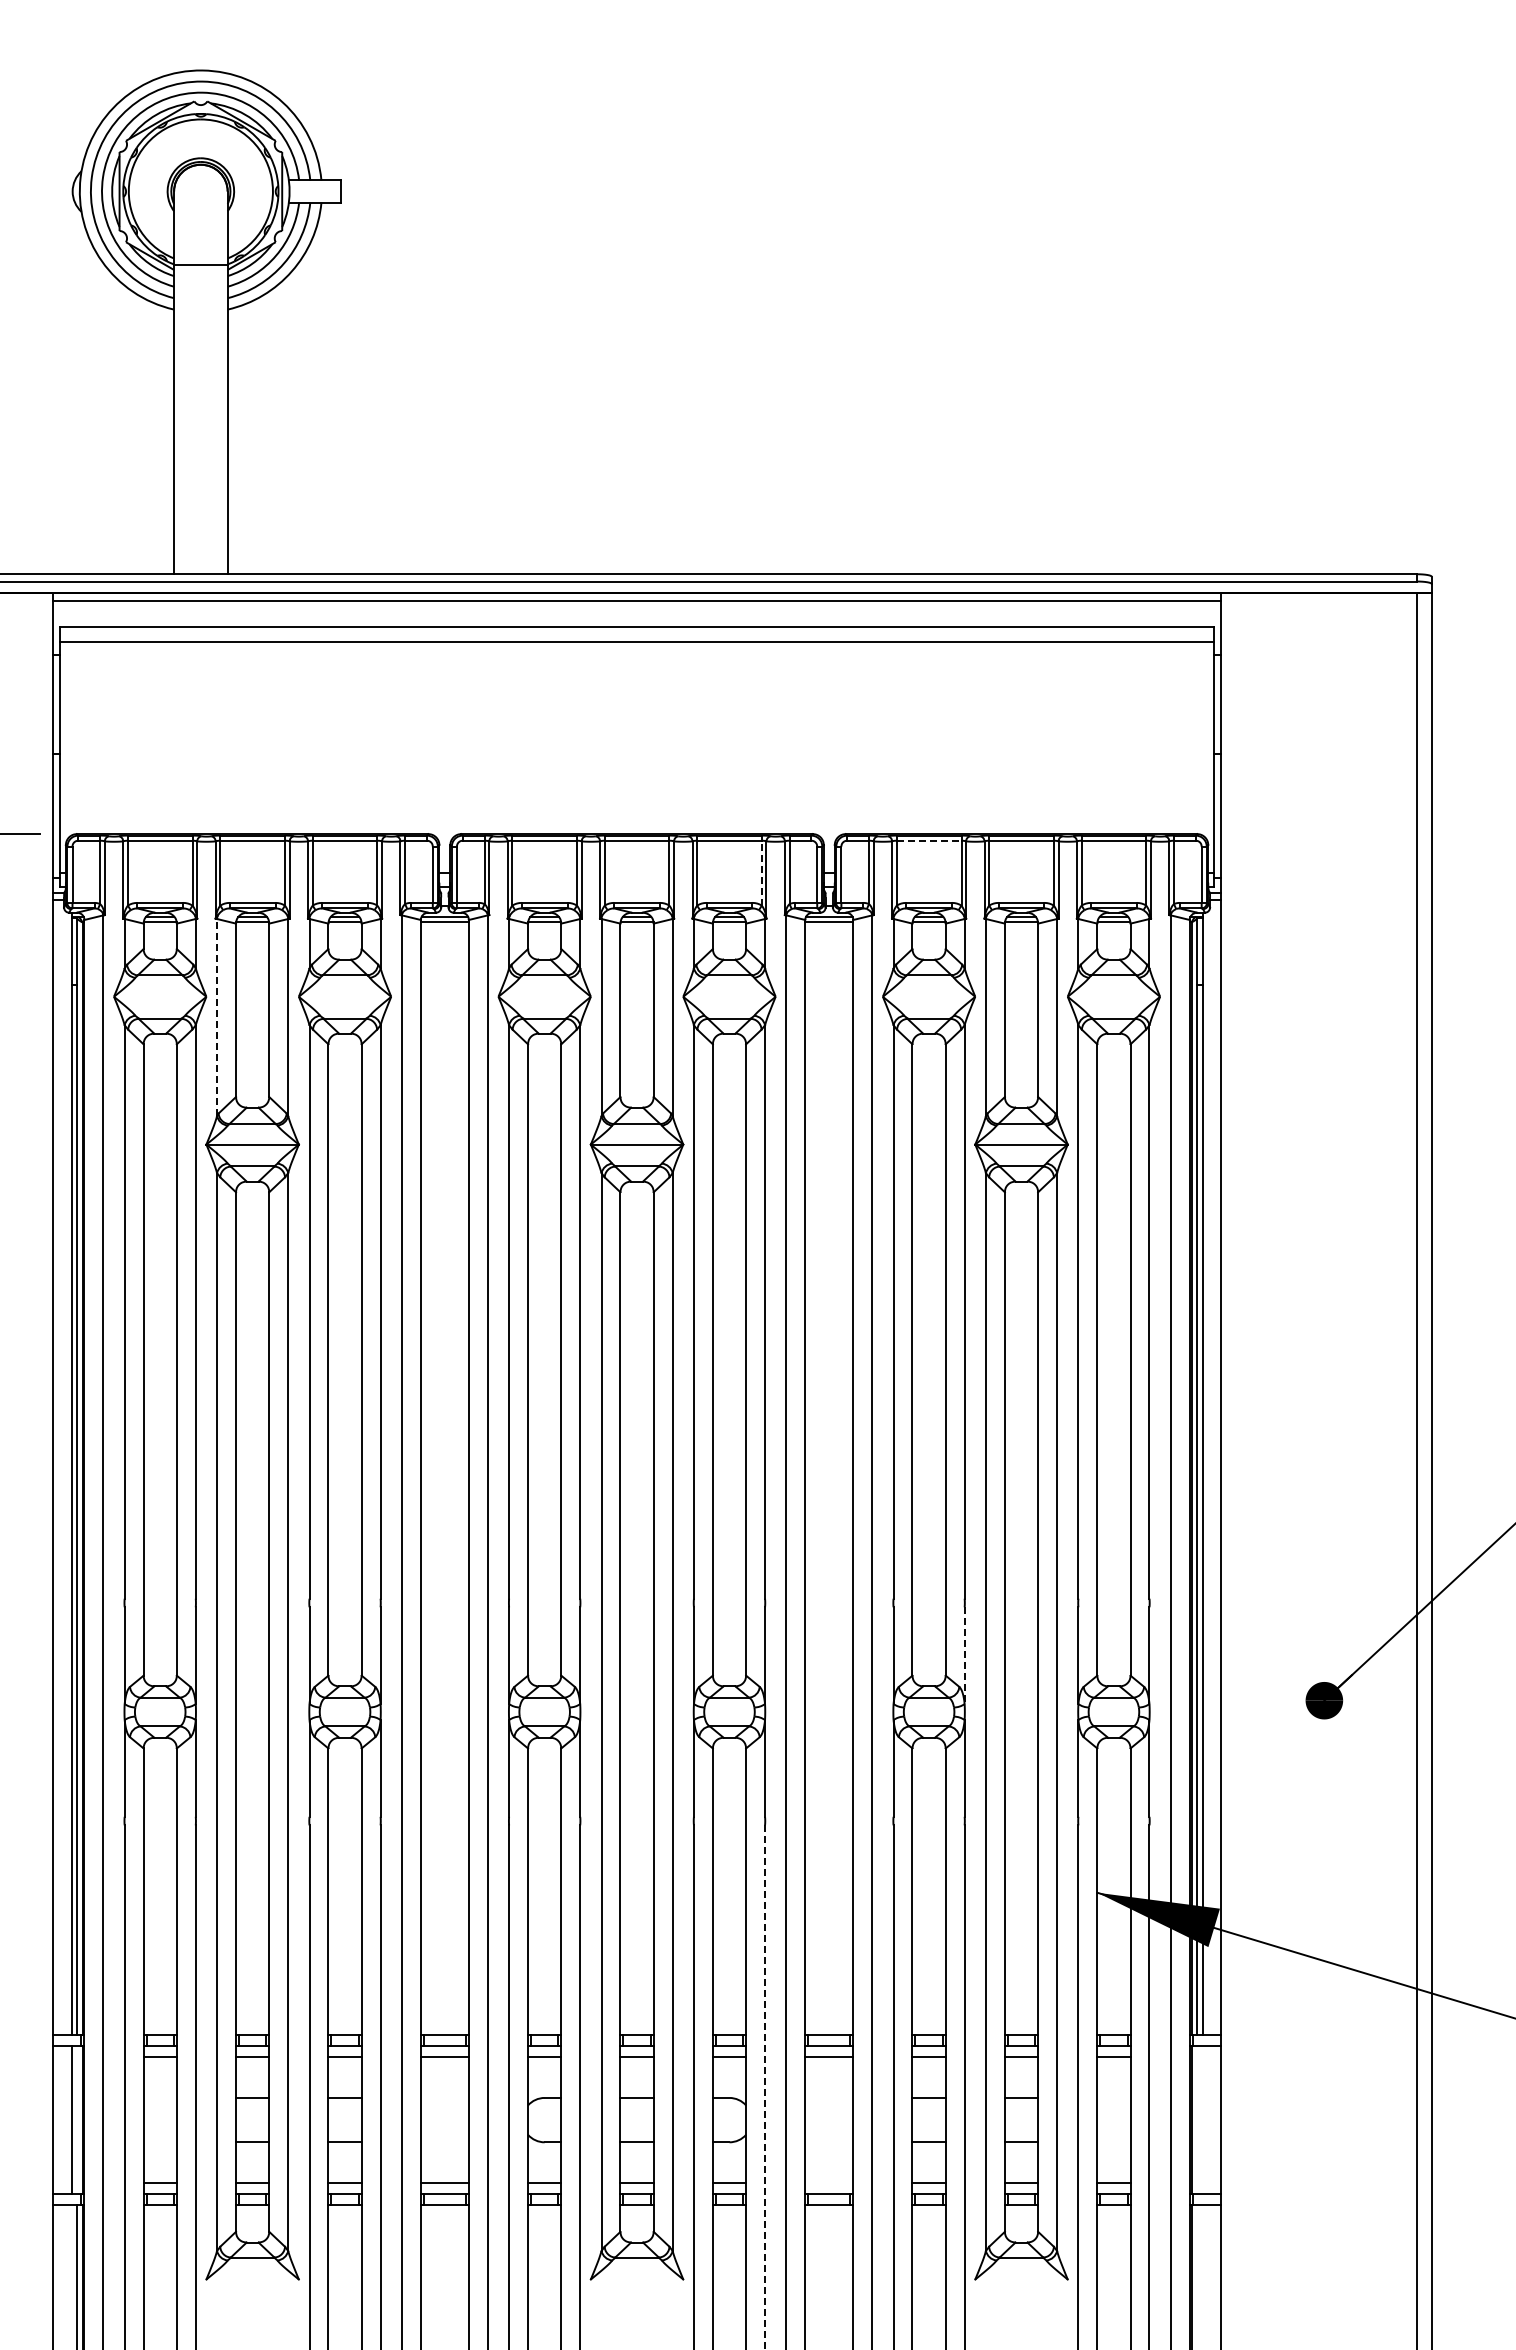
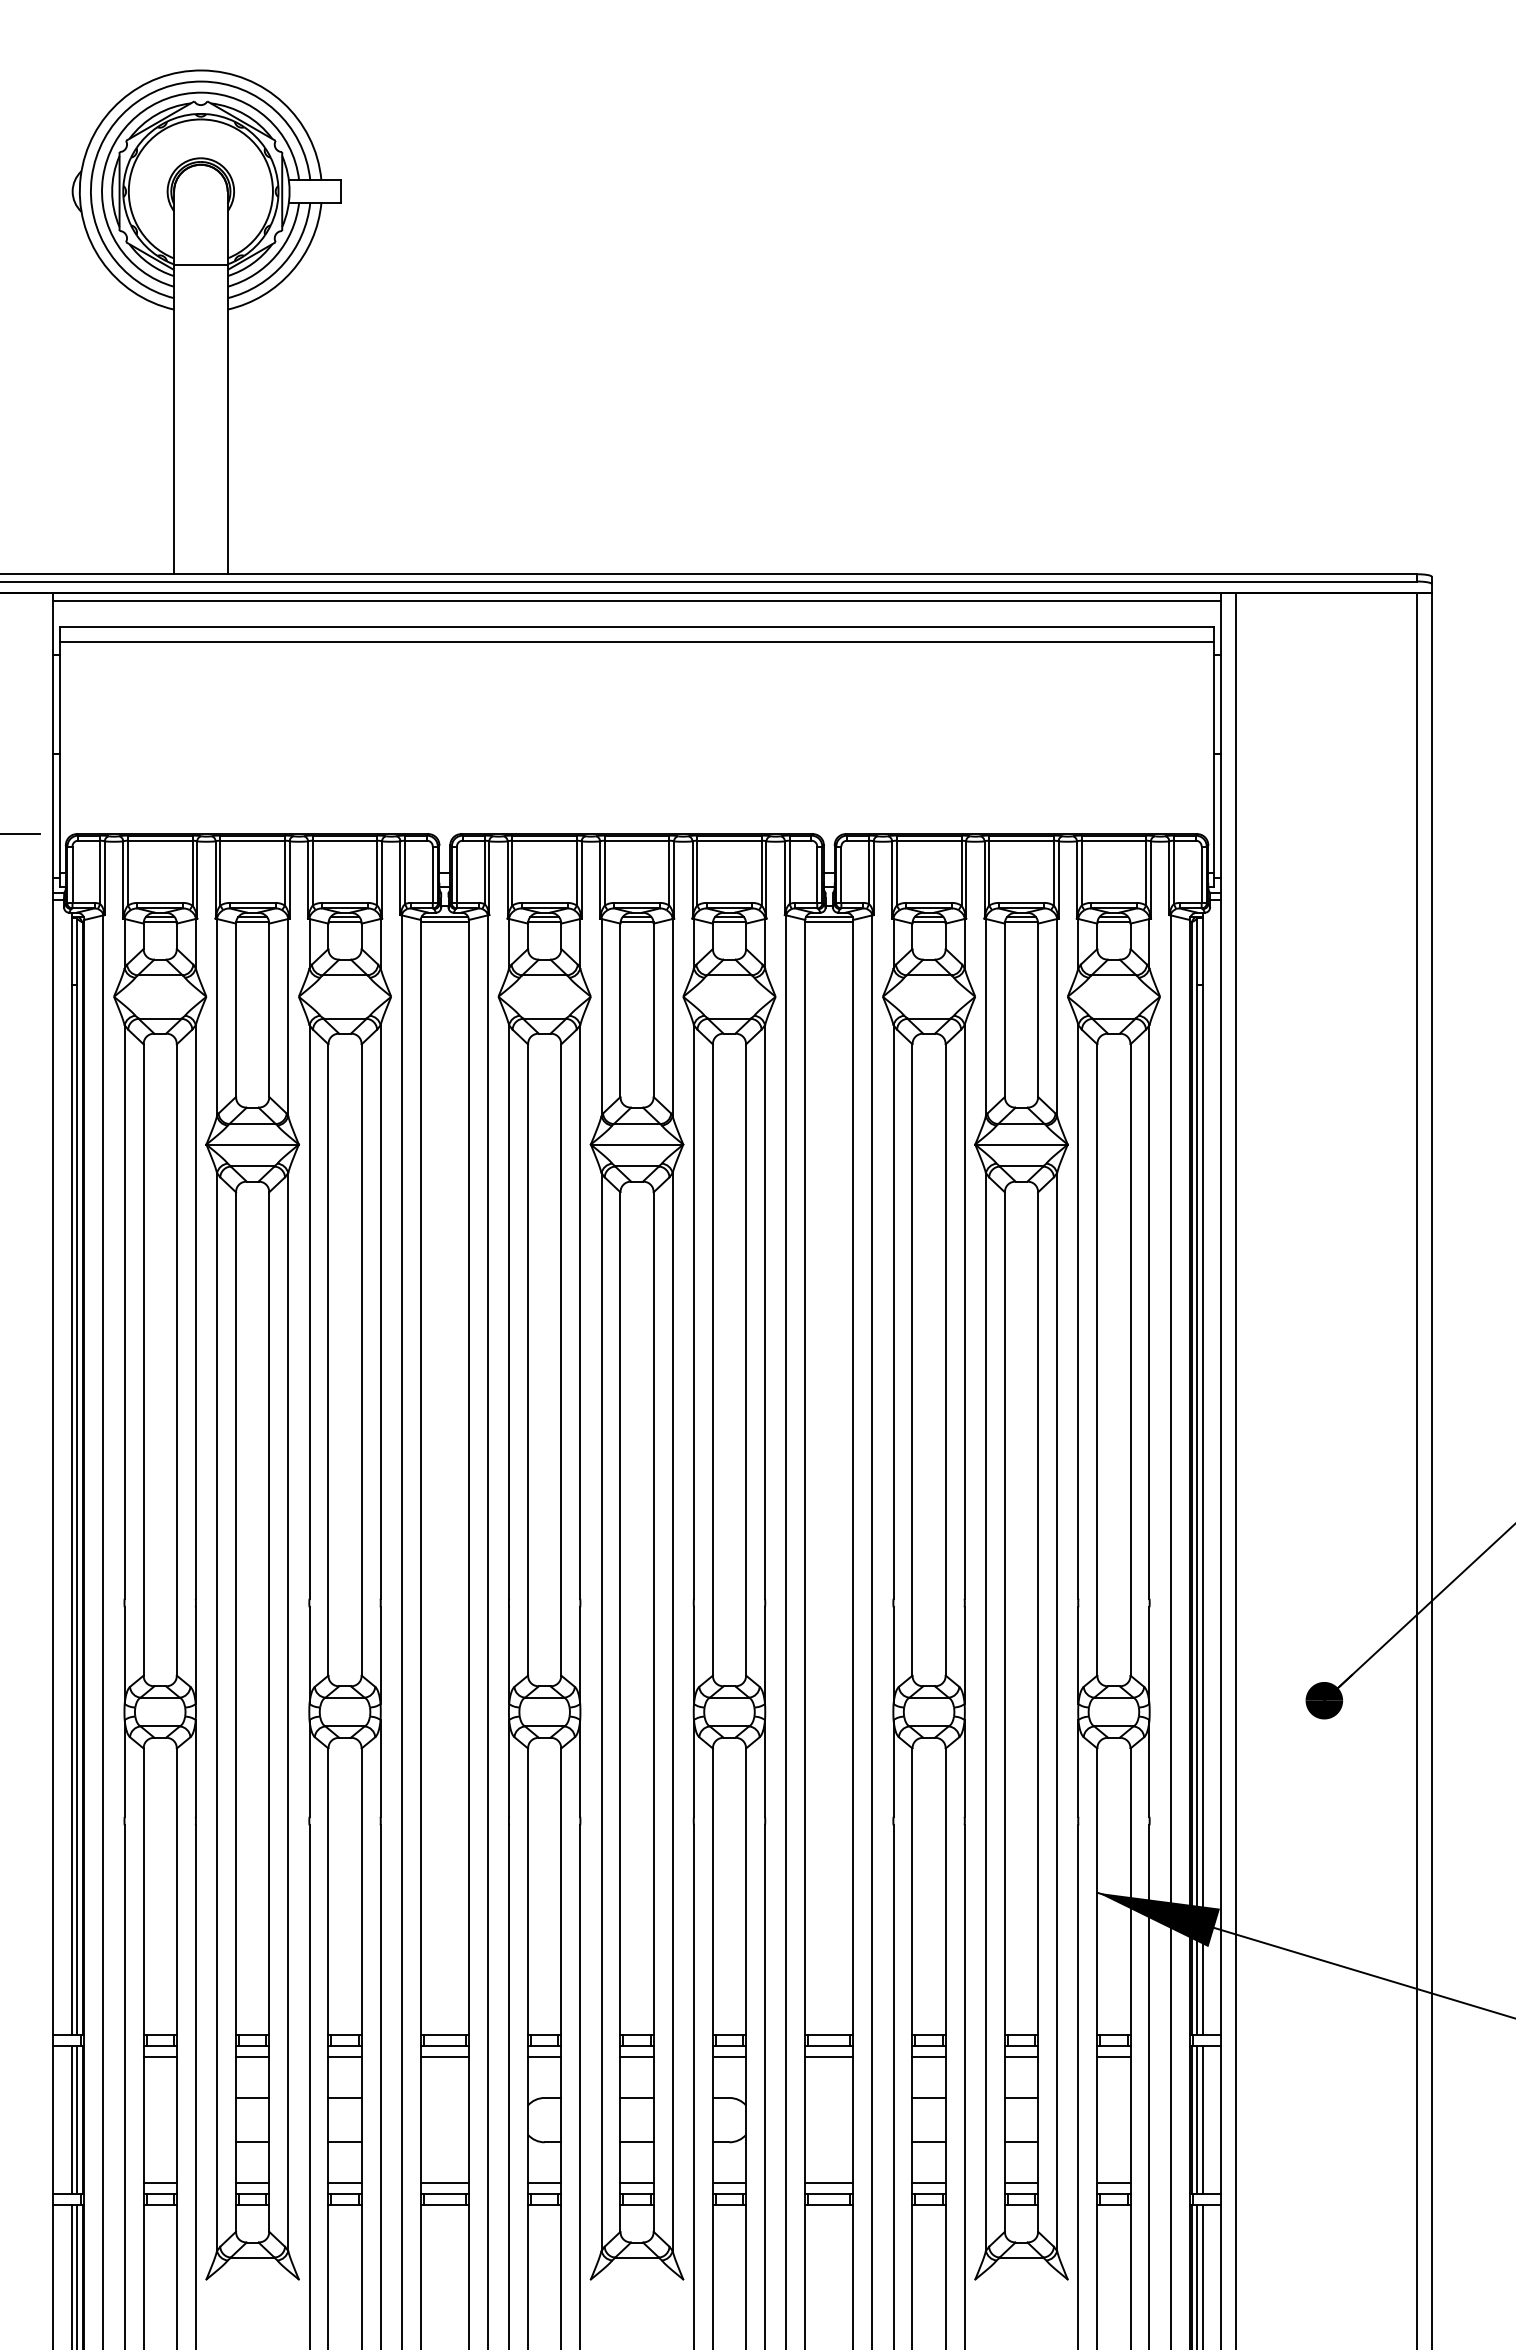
line at (929, 840): dashed -> solid
line at (761, 872): dashed -> solid
line at (217, 1017): dashed -> solid
line at (1235, 1469): none -> present
line at (964, 1656): dashed -> solid
line at (765, 2088): dashed -> solid
line at (77, 2120): none -> present
line at (1197, 2120): none -> present
line at (1202, 2120): none -> present
line at (829, 2182): none -> present
line at (71, 2275): none -> present
line at (1197, 2275): none -> present
line at (1202, 2275): none -> present
